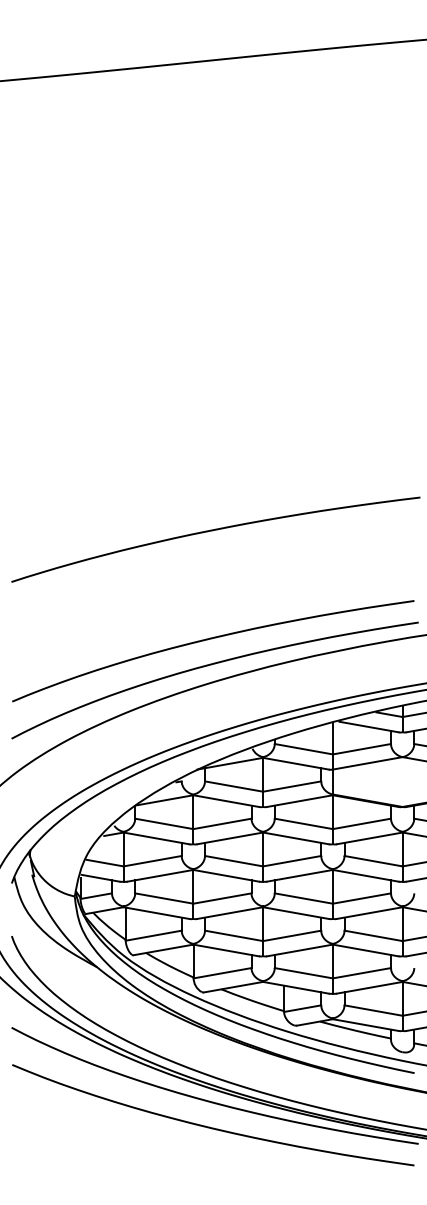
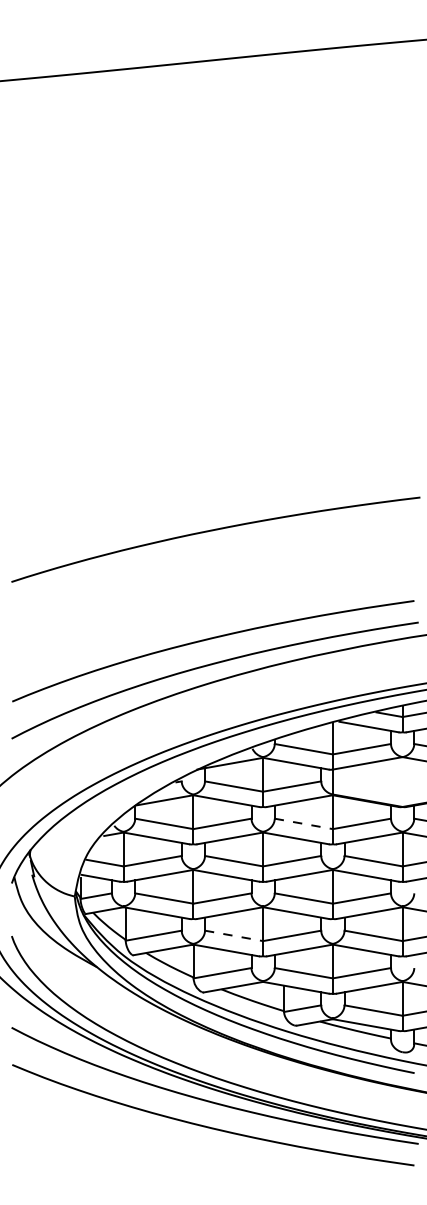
line at (303, 823): solid -> dashed
line at (234, 935): solid -> dashed
